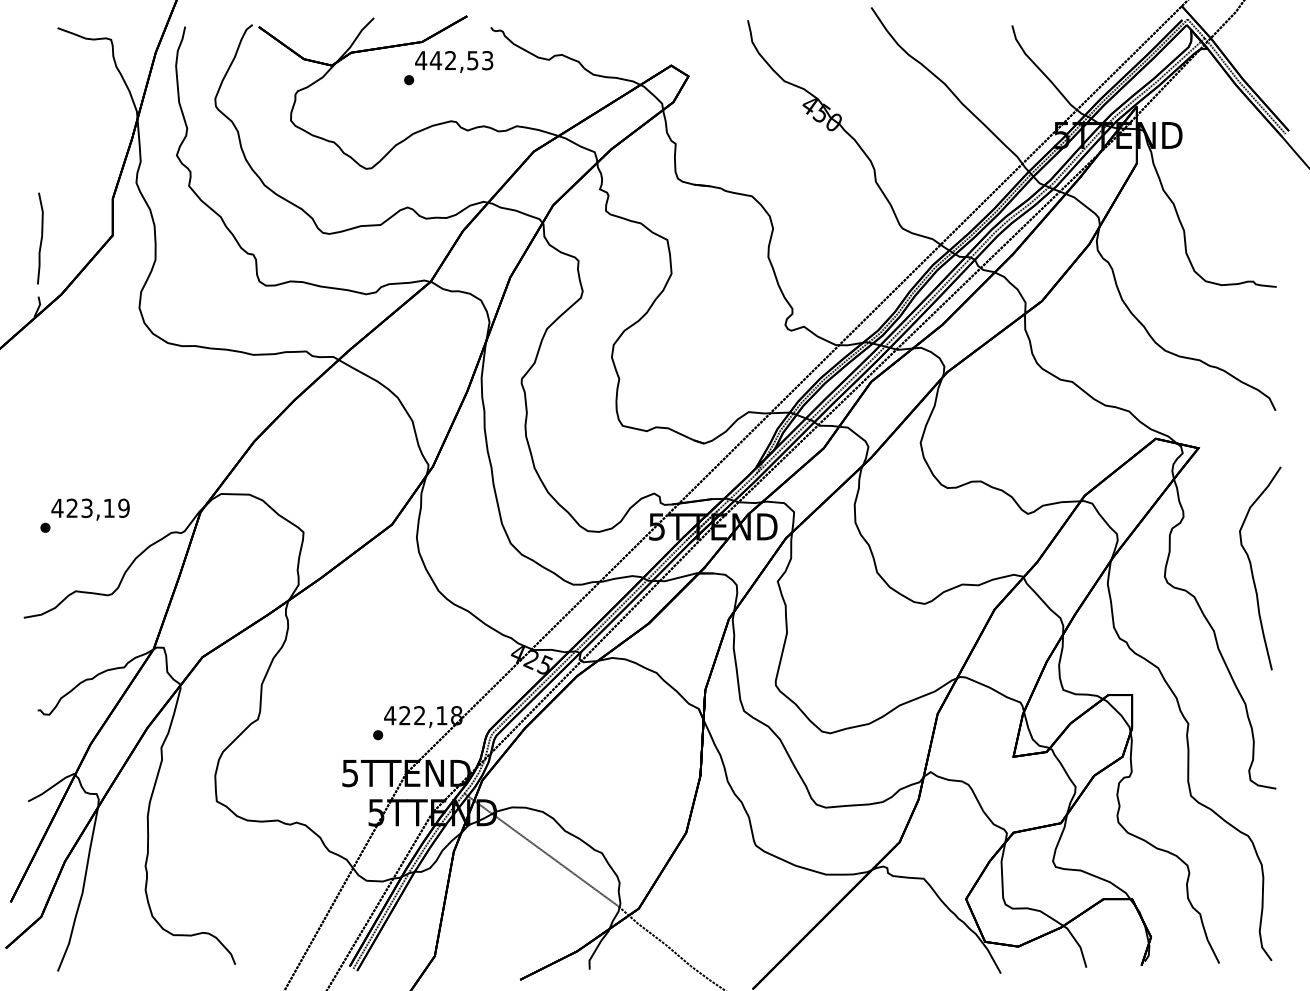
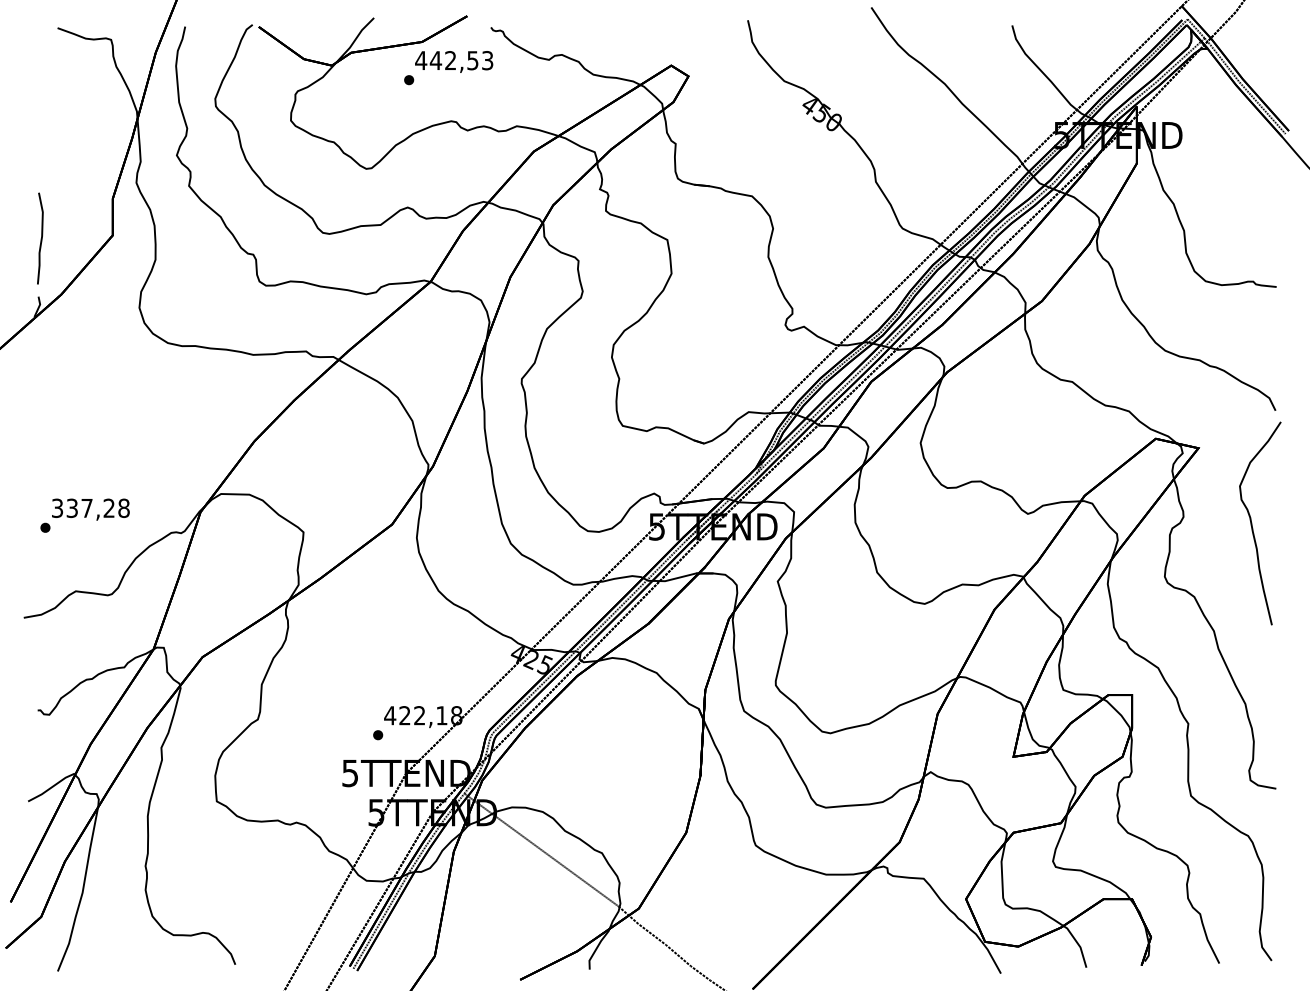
text at (90, 508): 423,19 -> 337,28
curve at (1252, 568) position: (1252, 568) -> (1252, 523)
